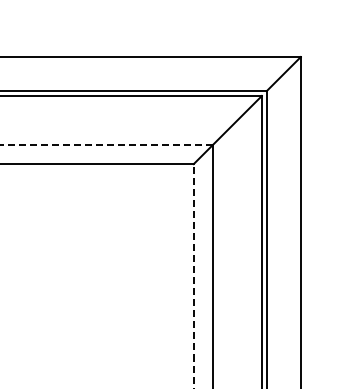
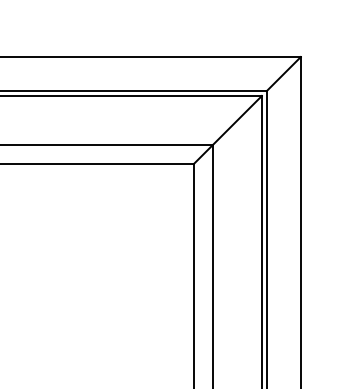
line at (106, 144): dashed -> solid
line at (193, 276): dashed -> solid
